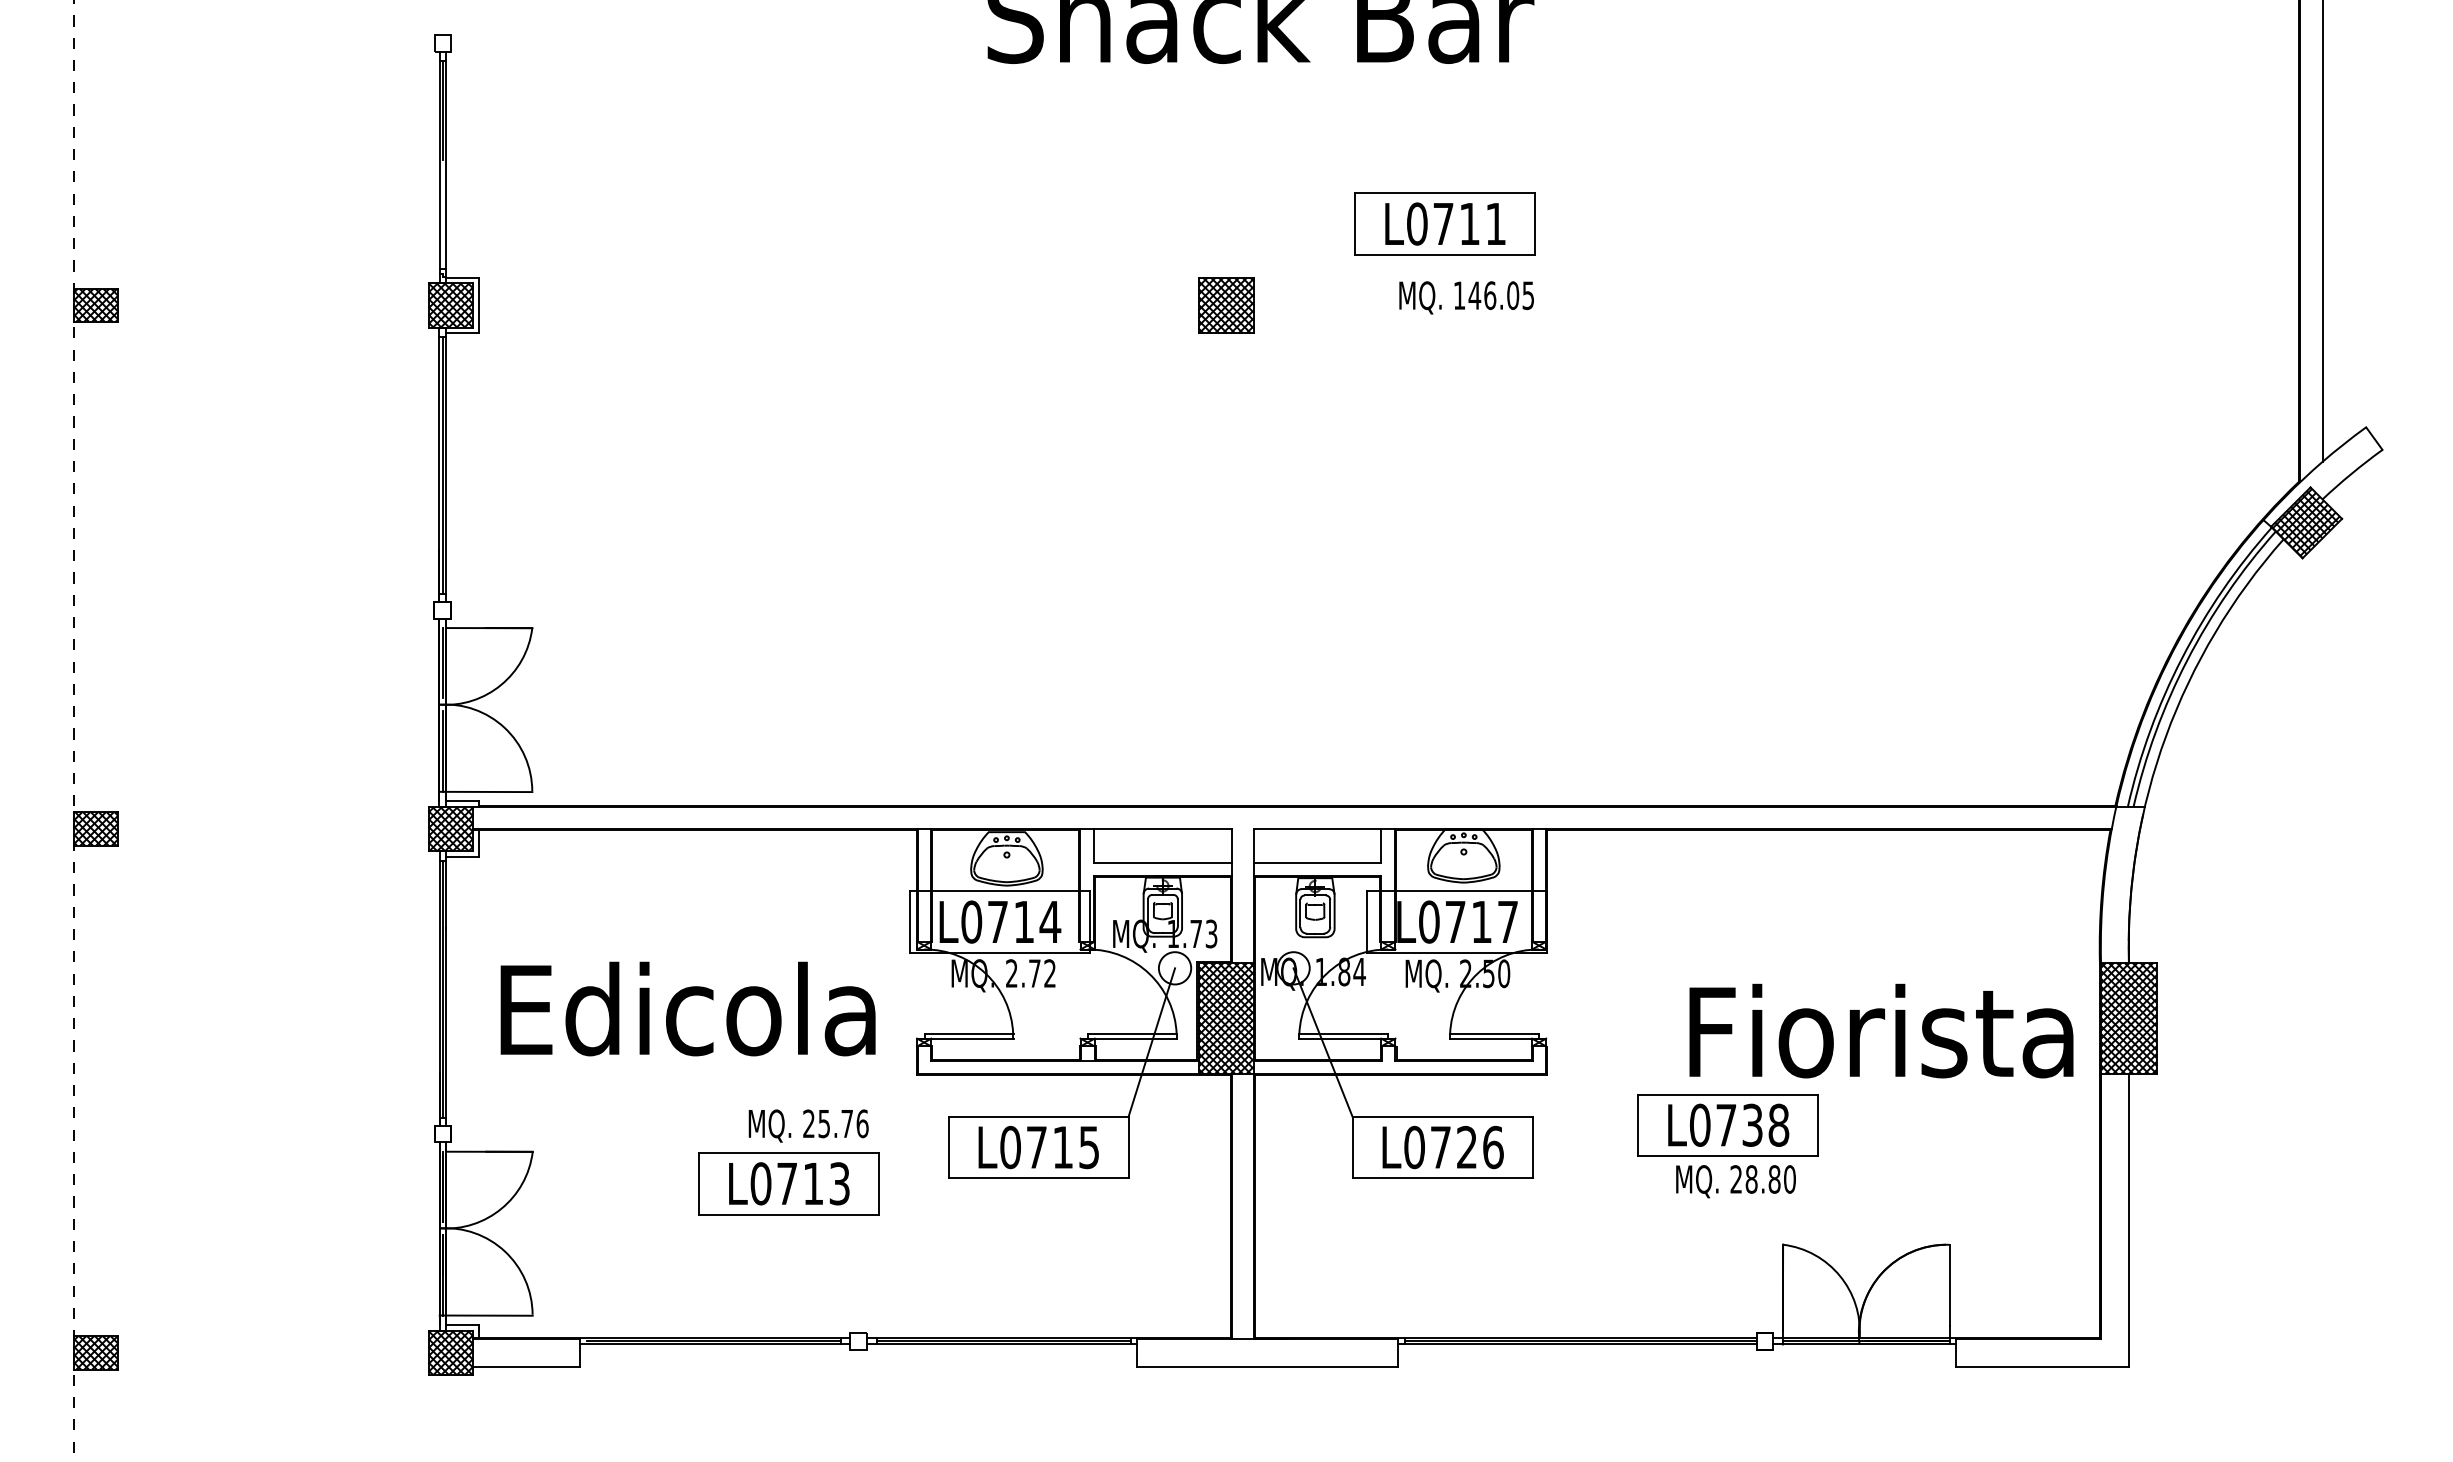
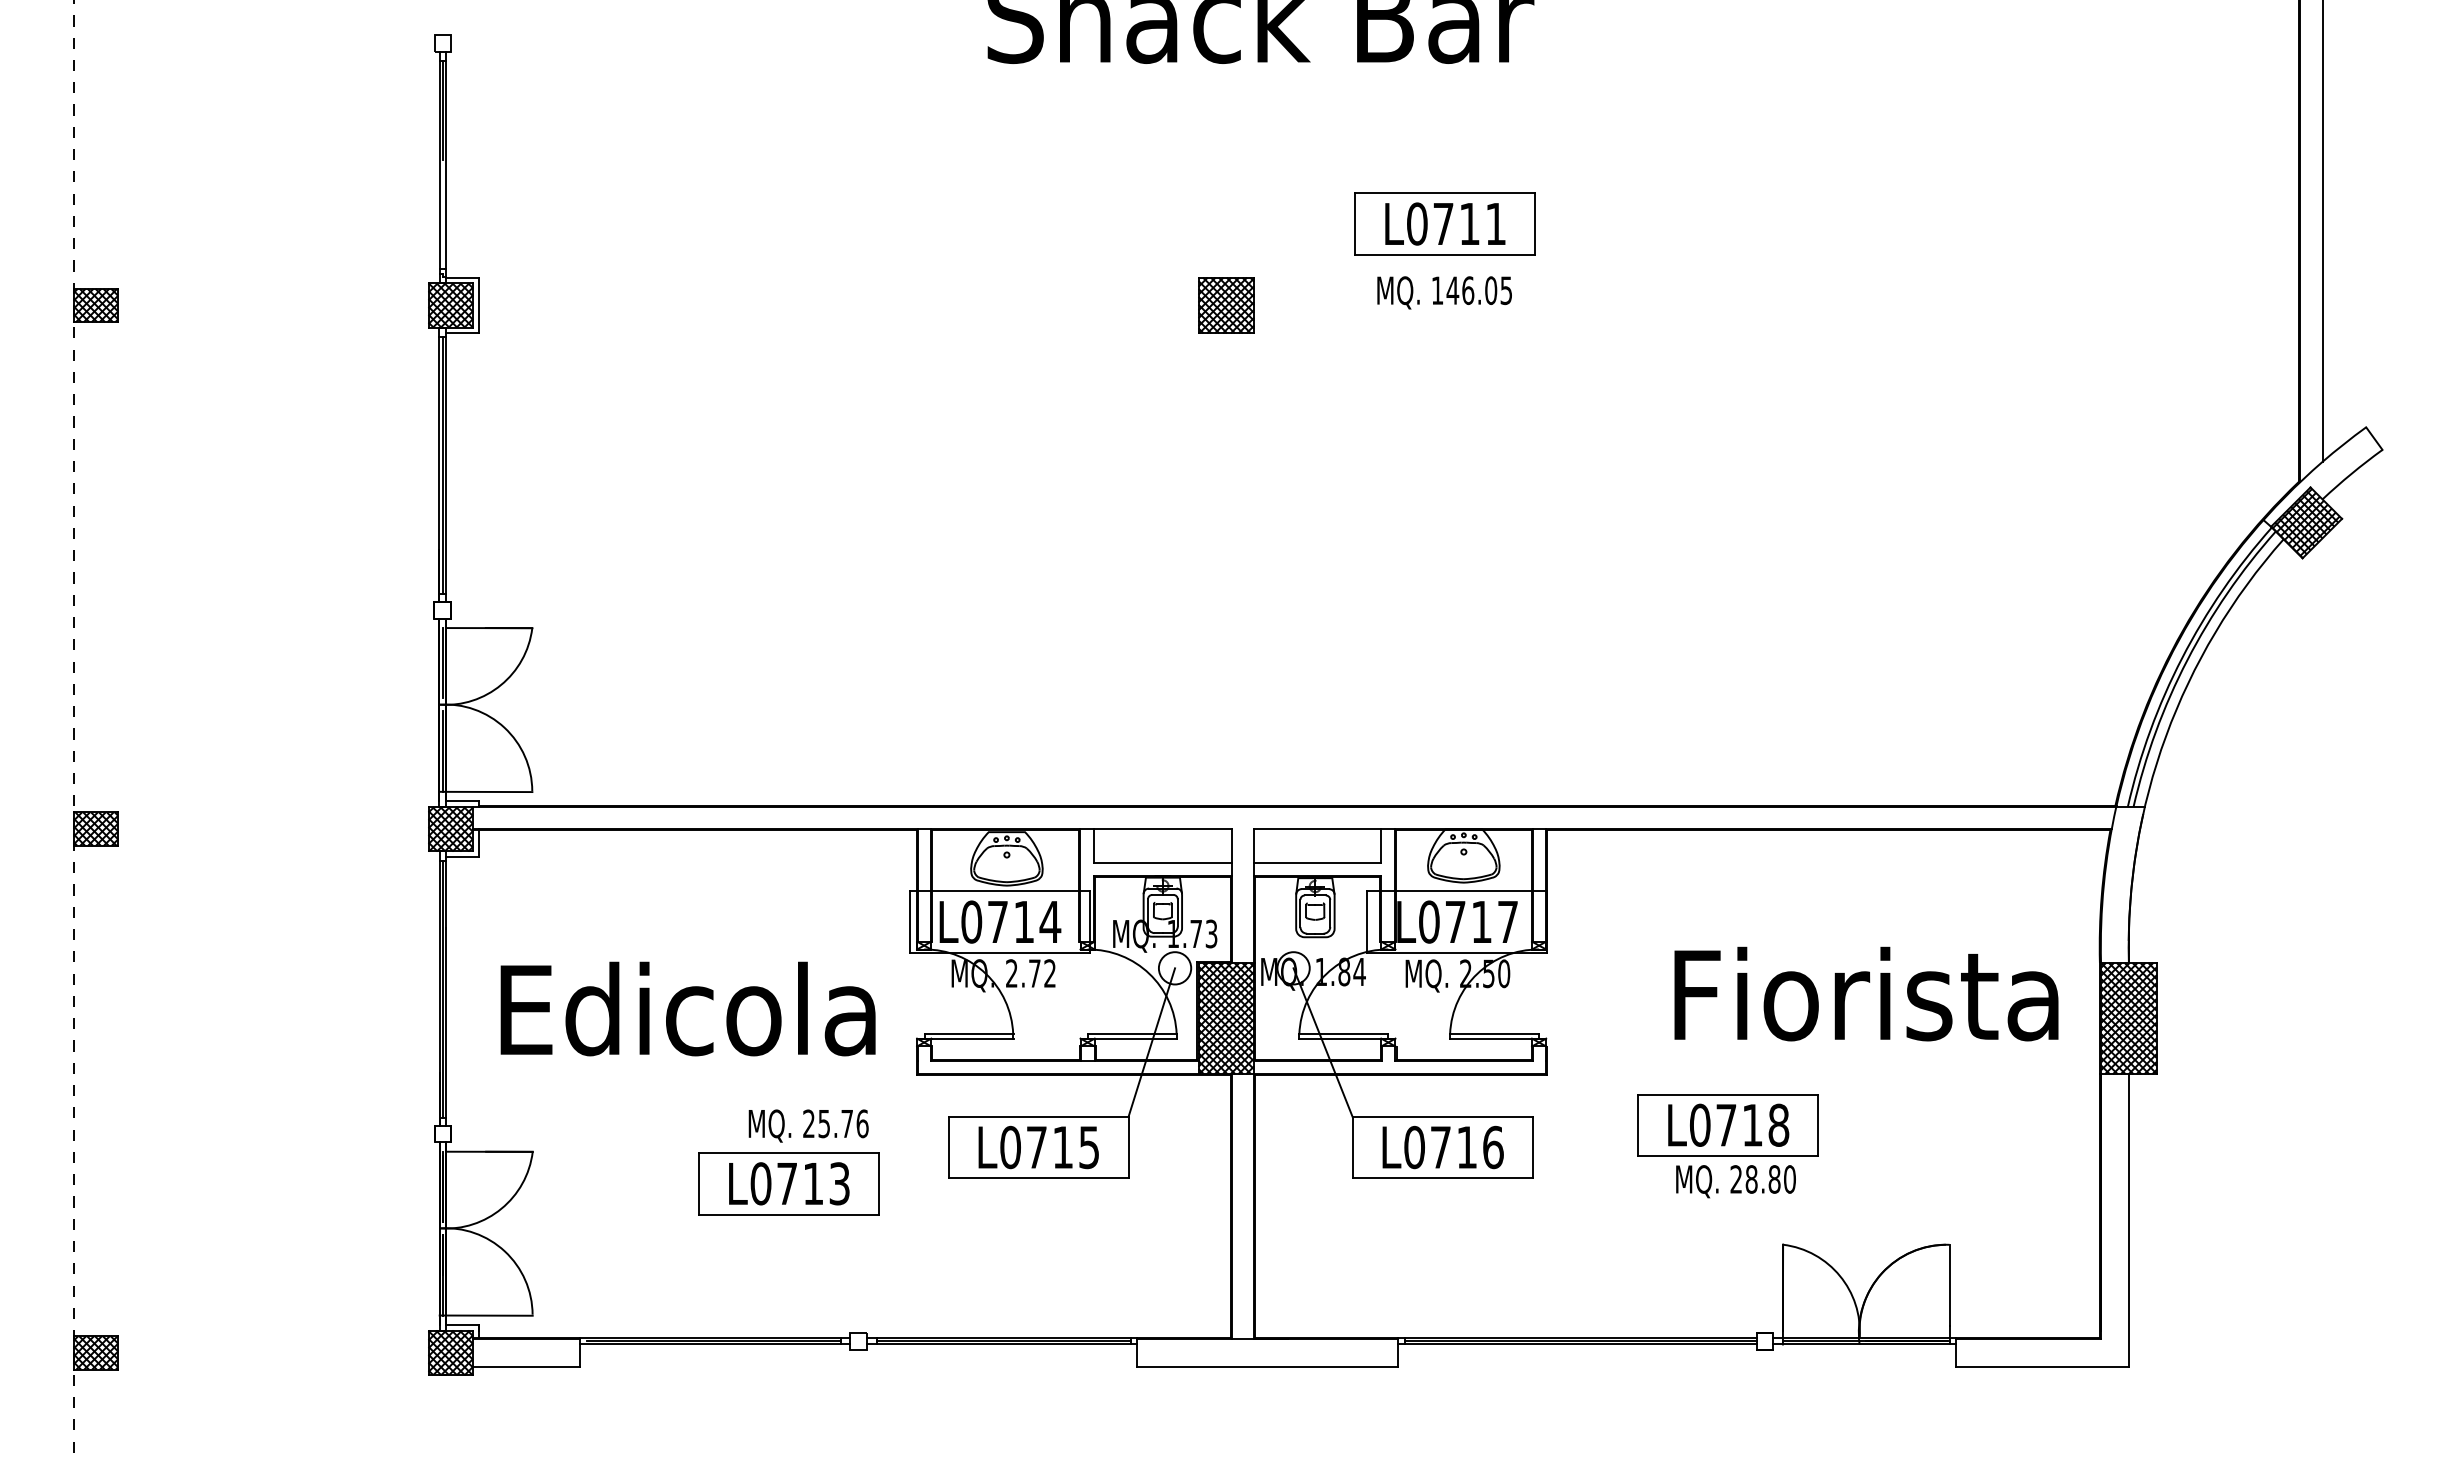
text at (1466, 297) position: (1466, 297) -> (1444, 292)
text at (1881, 1030) position: (1881, 1030) -> (1866, 993)
text at (1752, 1124): L0738 -> L0718
text at (1466, 1146): L0726 -> L0716
